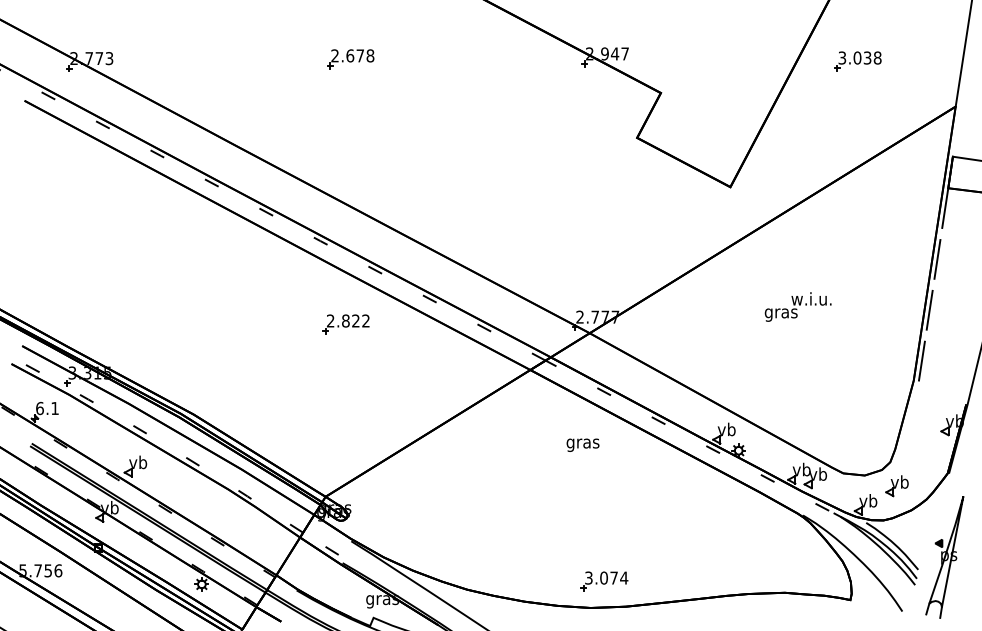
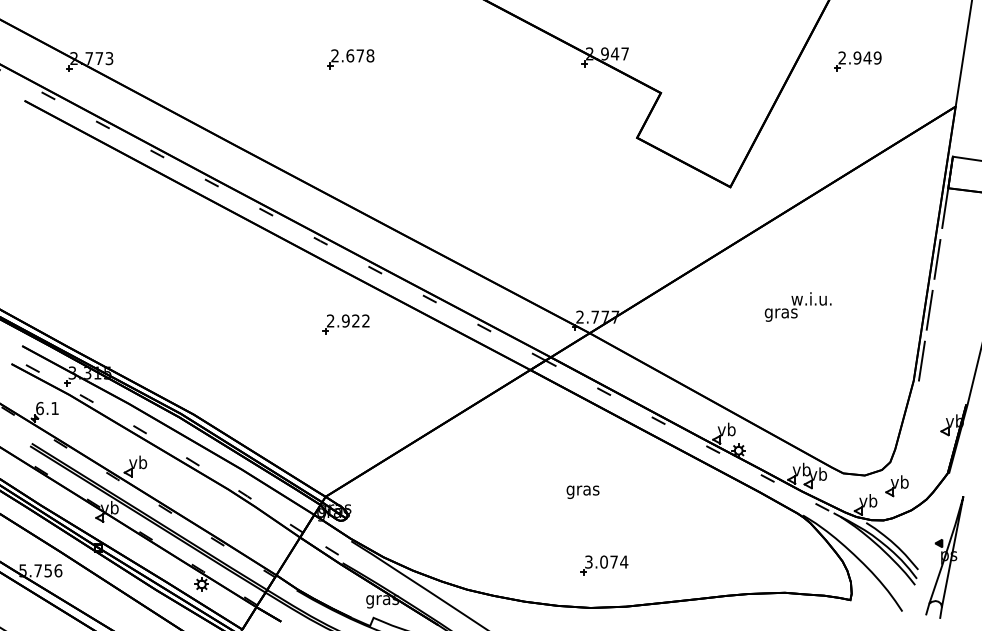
text at (859, 57): 3.038 -> 2.949
text at (345, 320): 2.822 -> 2.922
text at (582, 444) position: (582, 444) -> (582, 491)
part at (604, 581) position: (604, 581) -> (604, 565)
